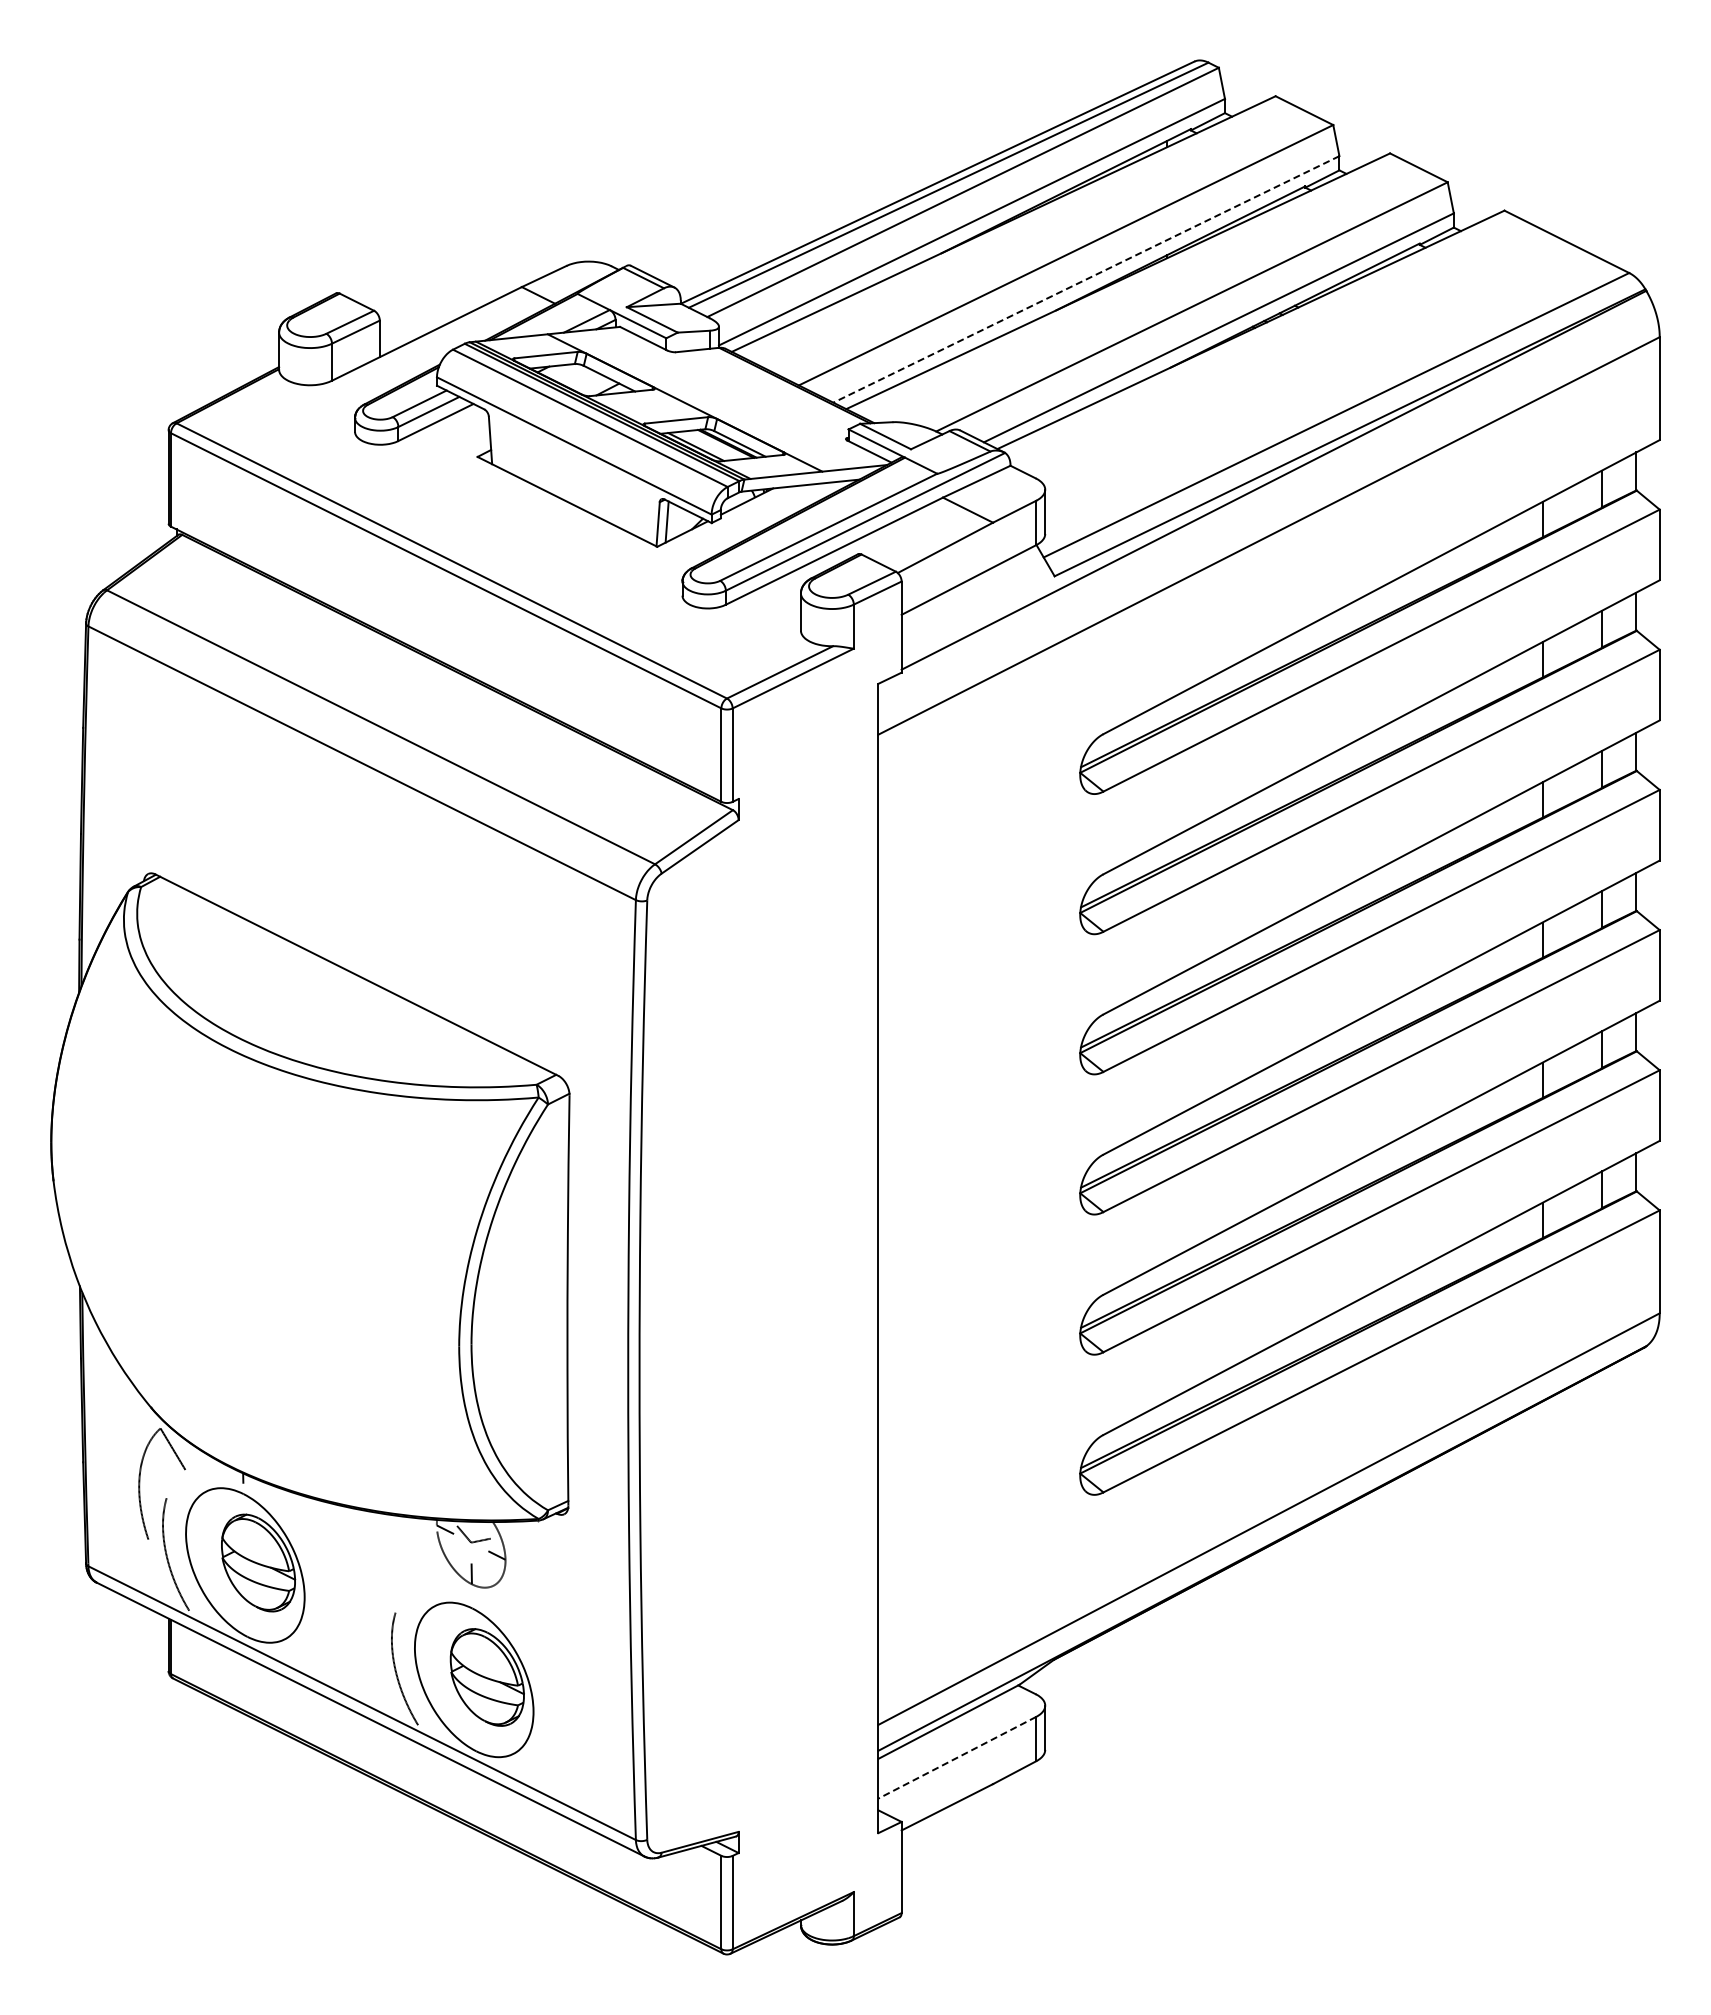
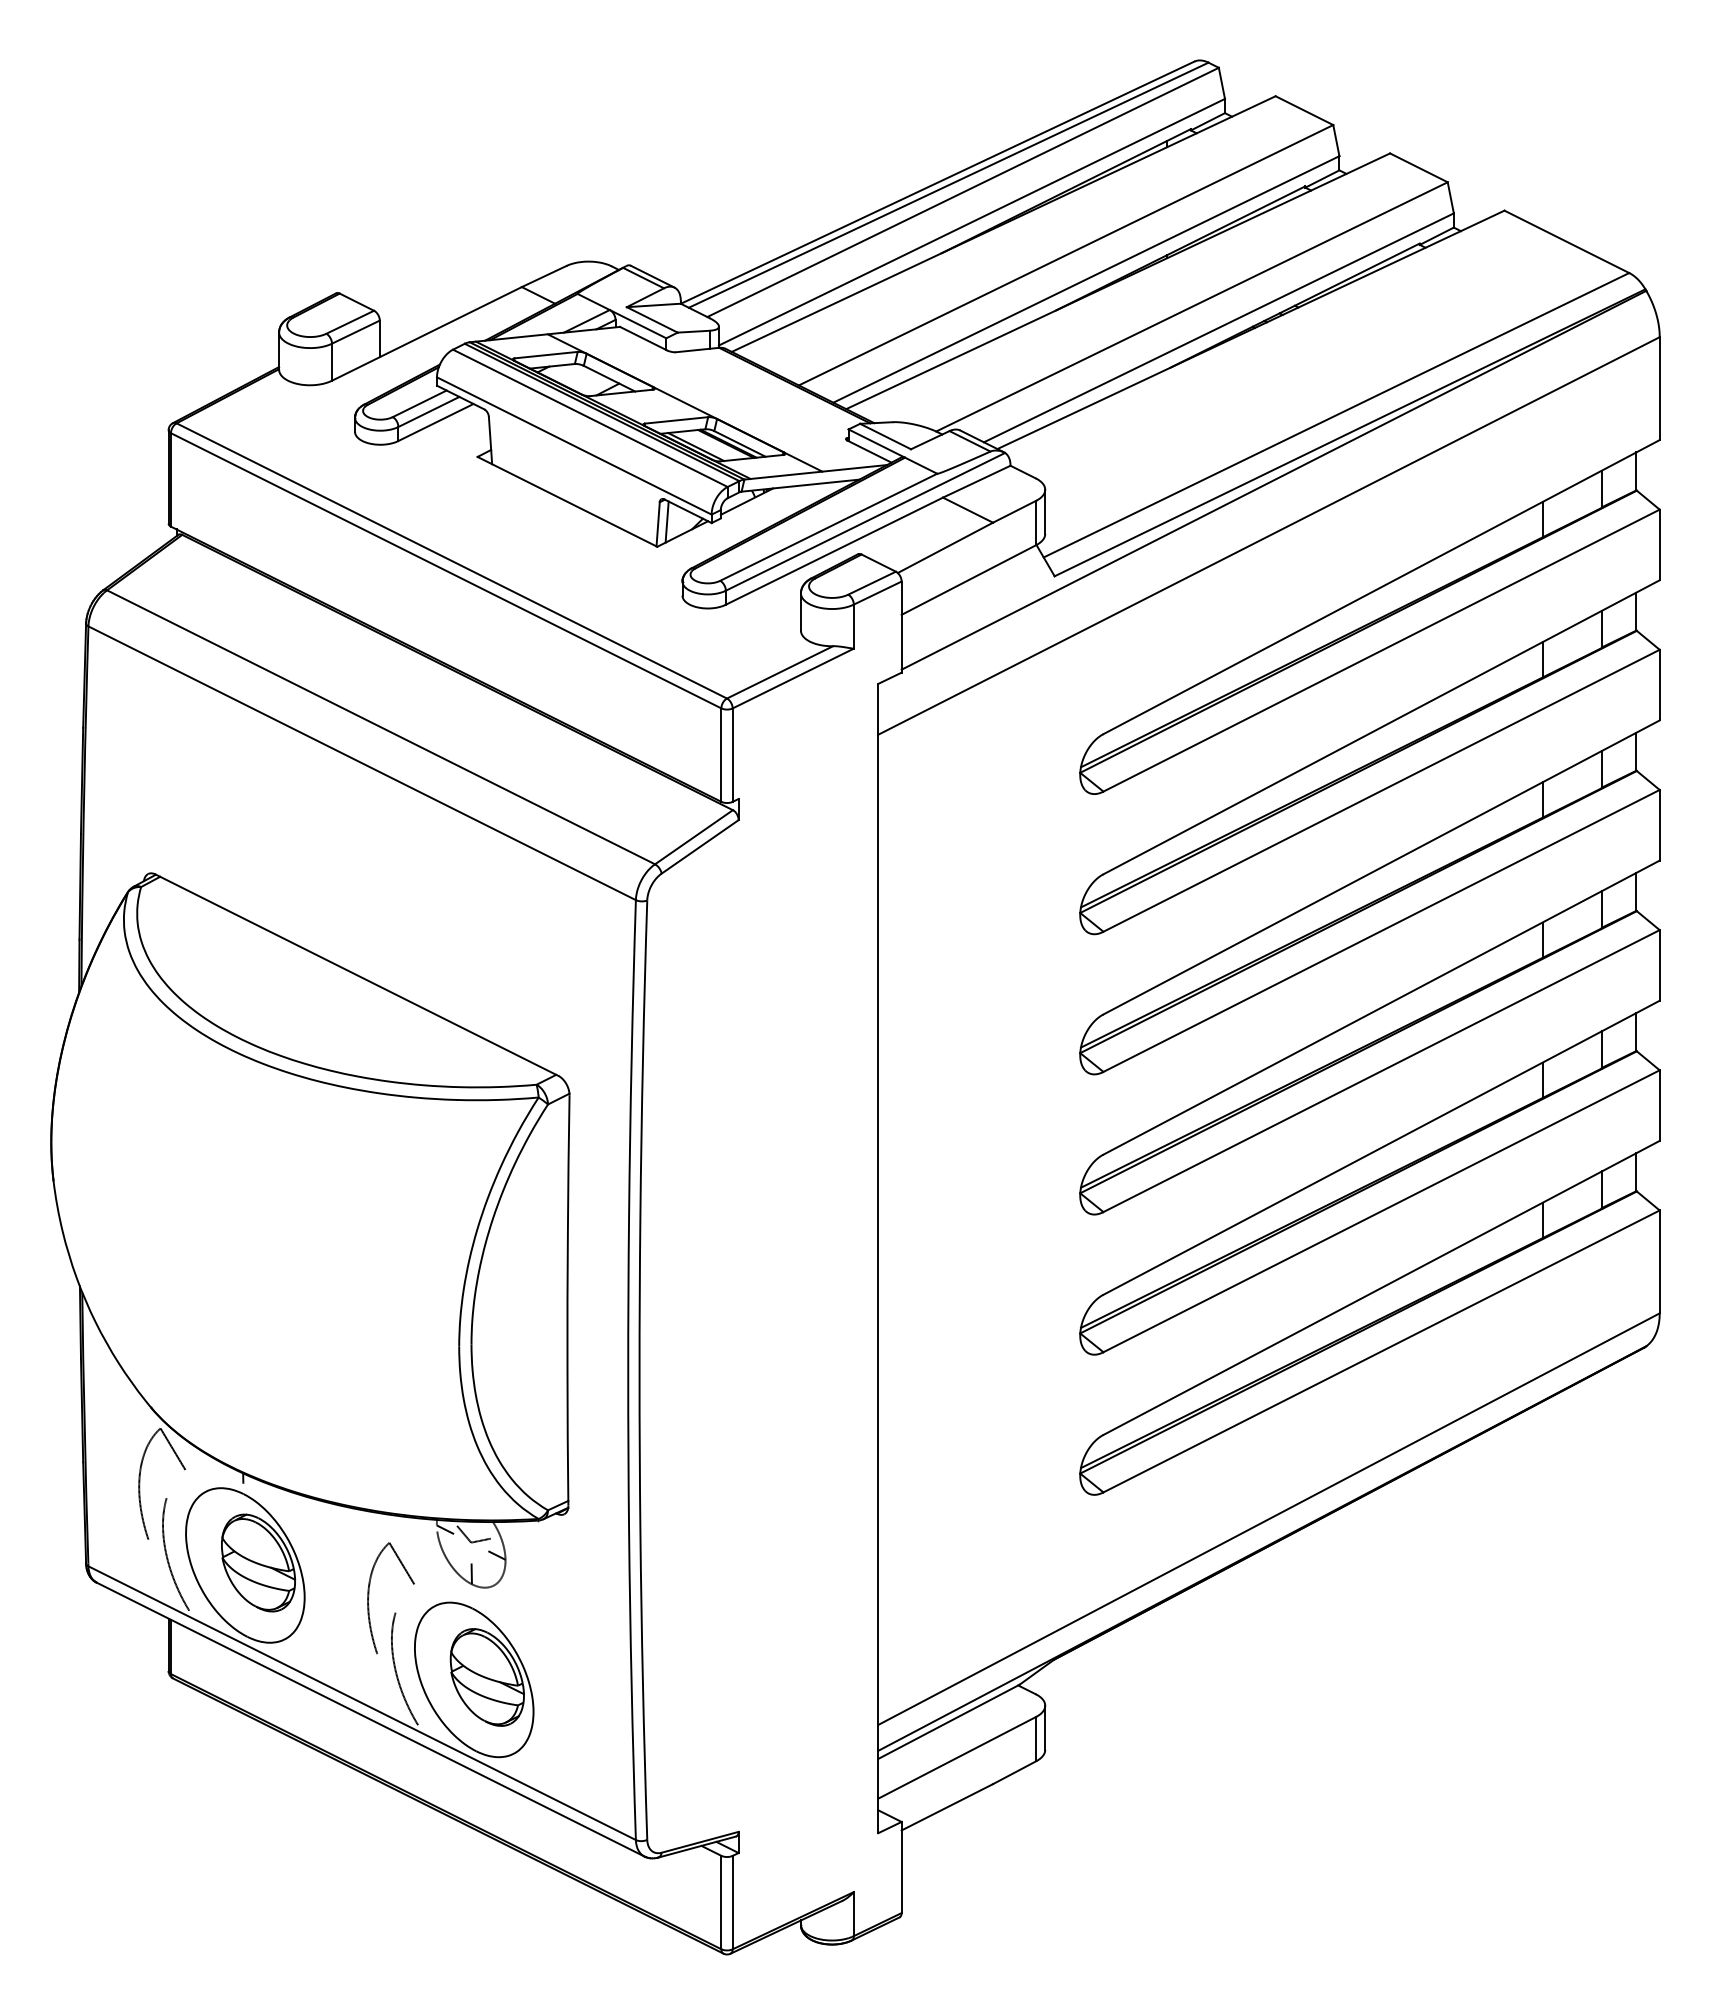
line at (1085, 279): dashed -> solid
part at (369, 1597): none -> present
line at (957, 1757): dashed -> solid
